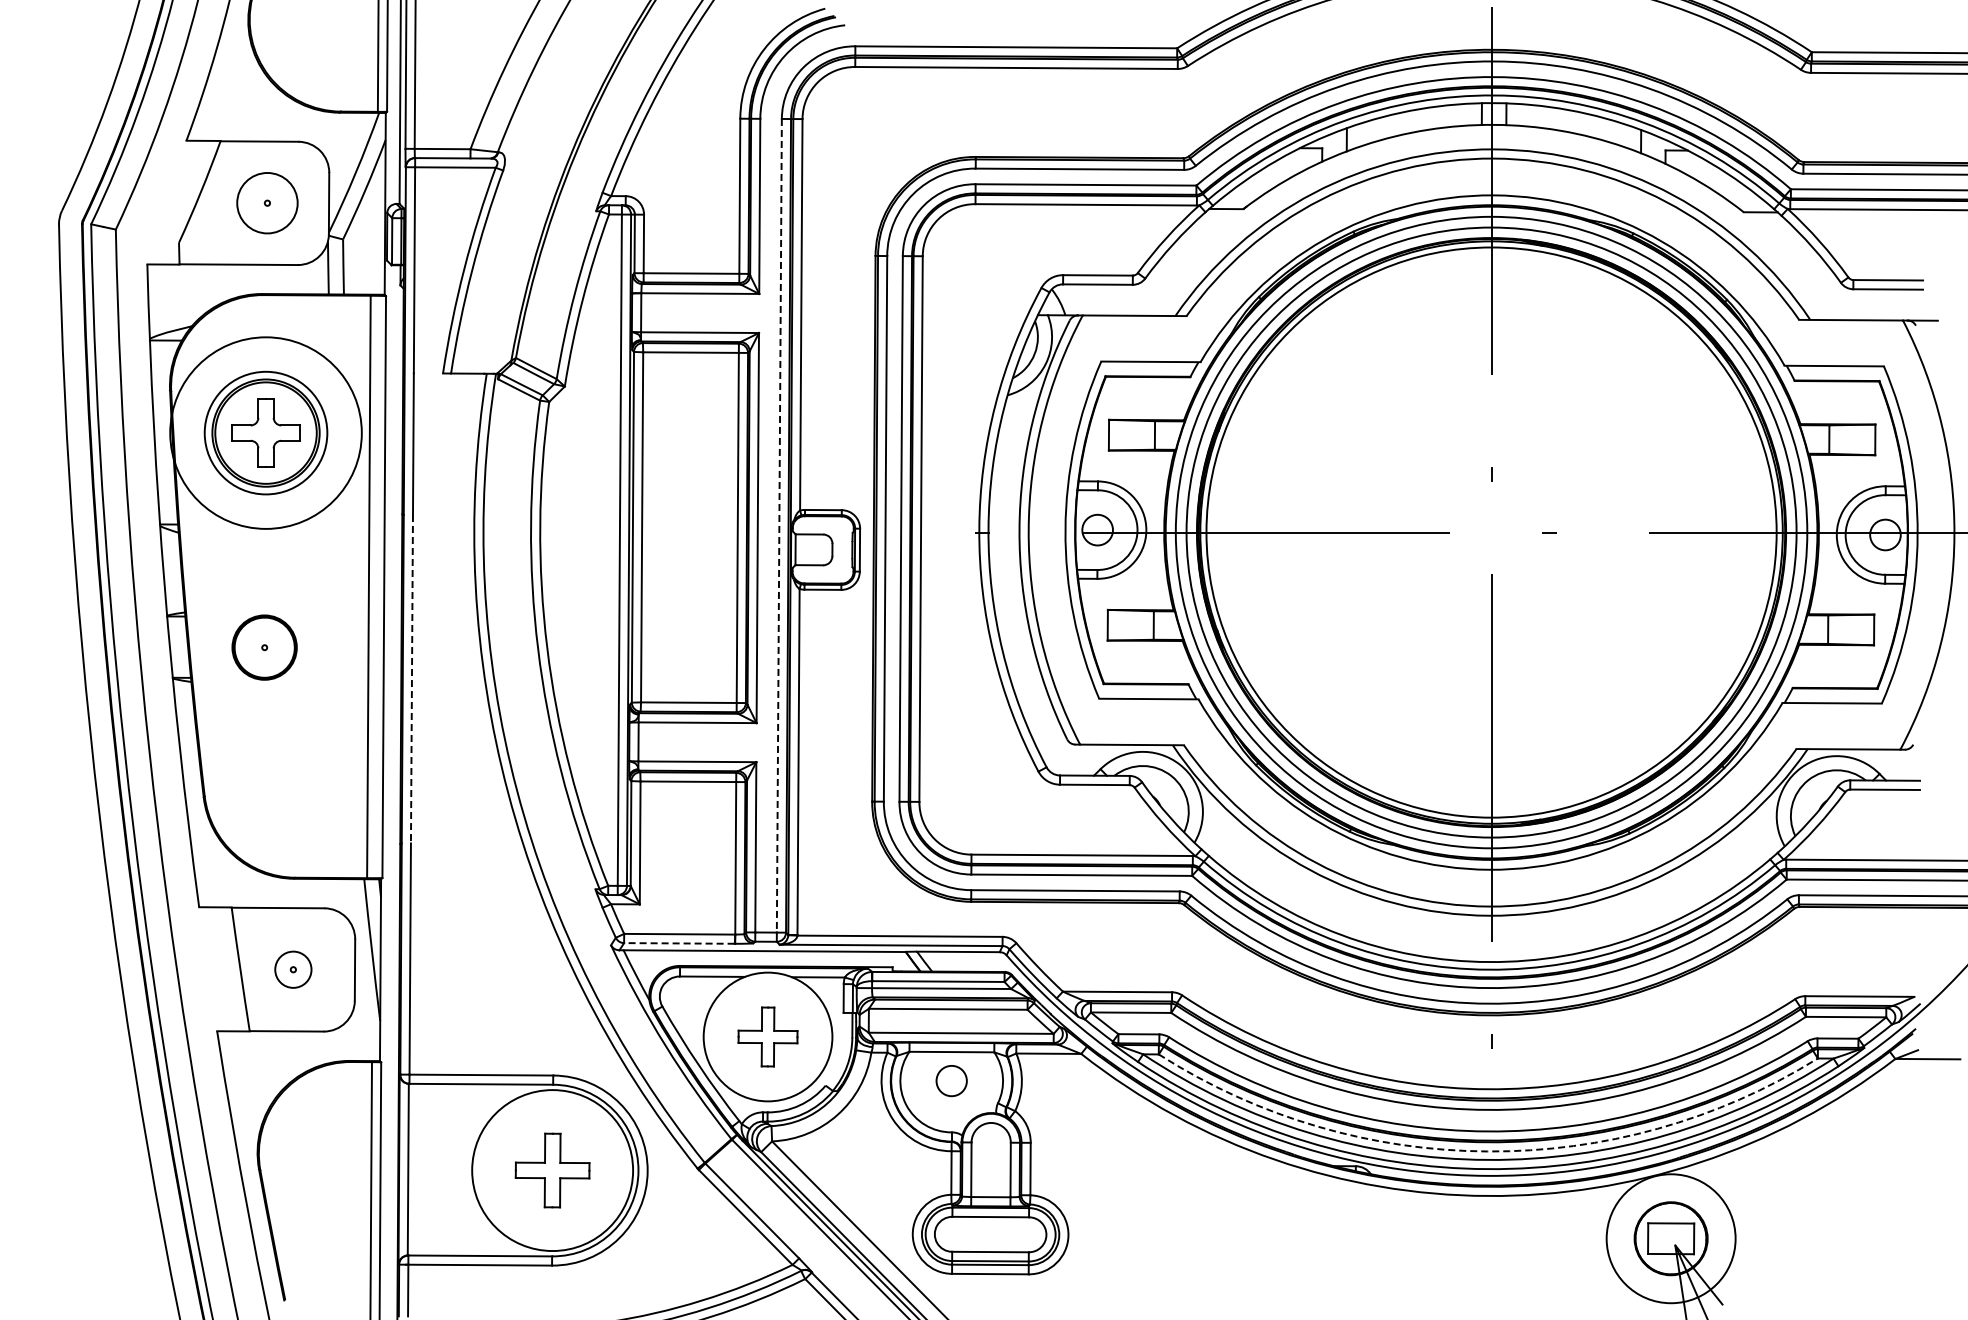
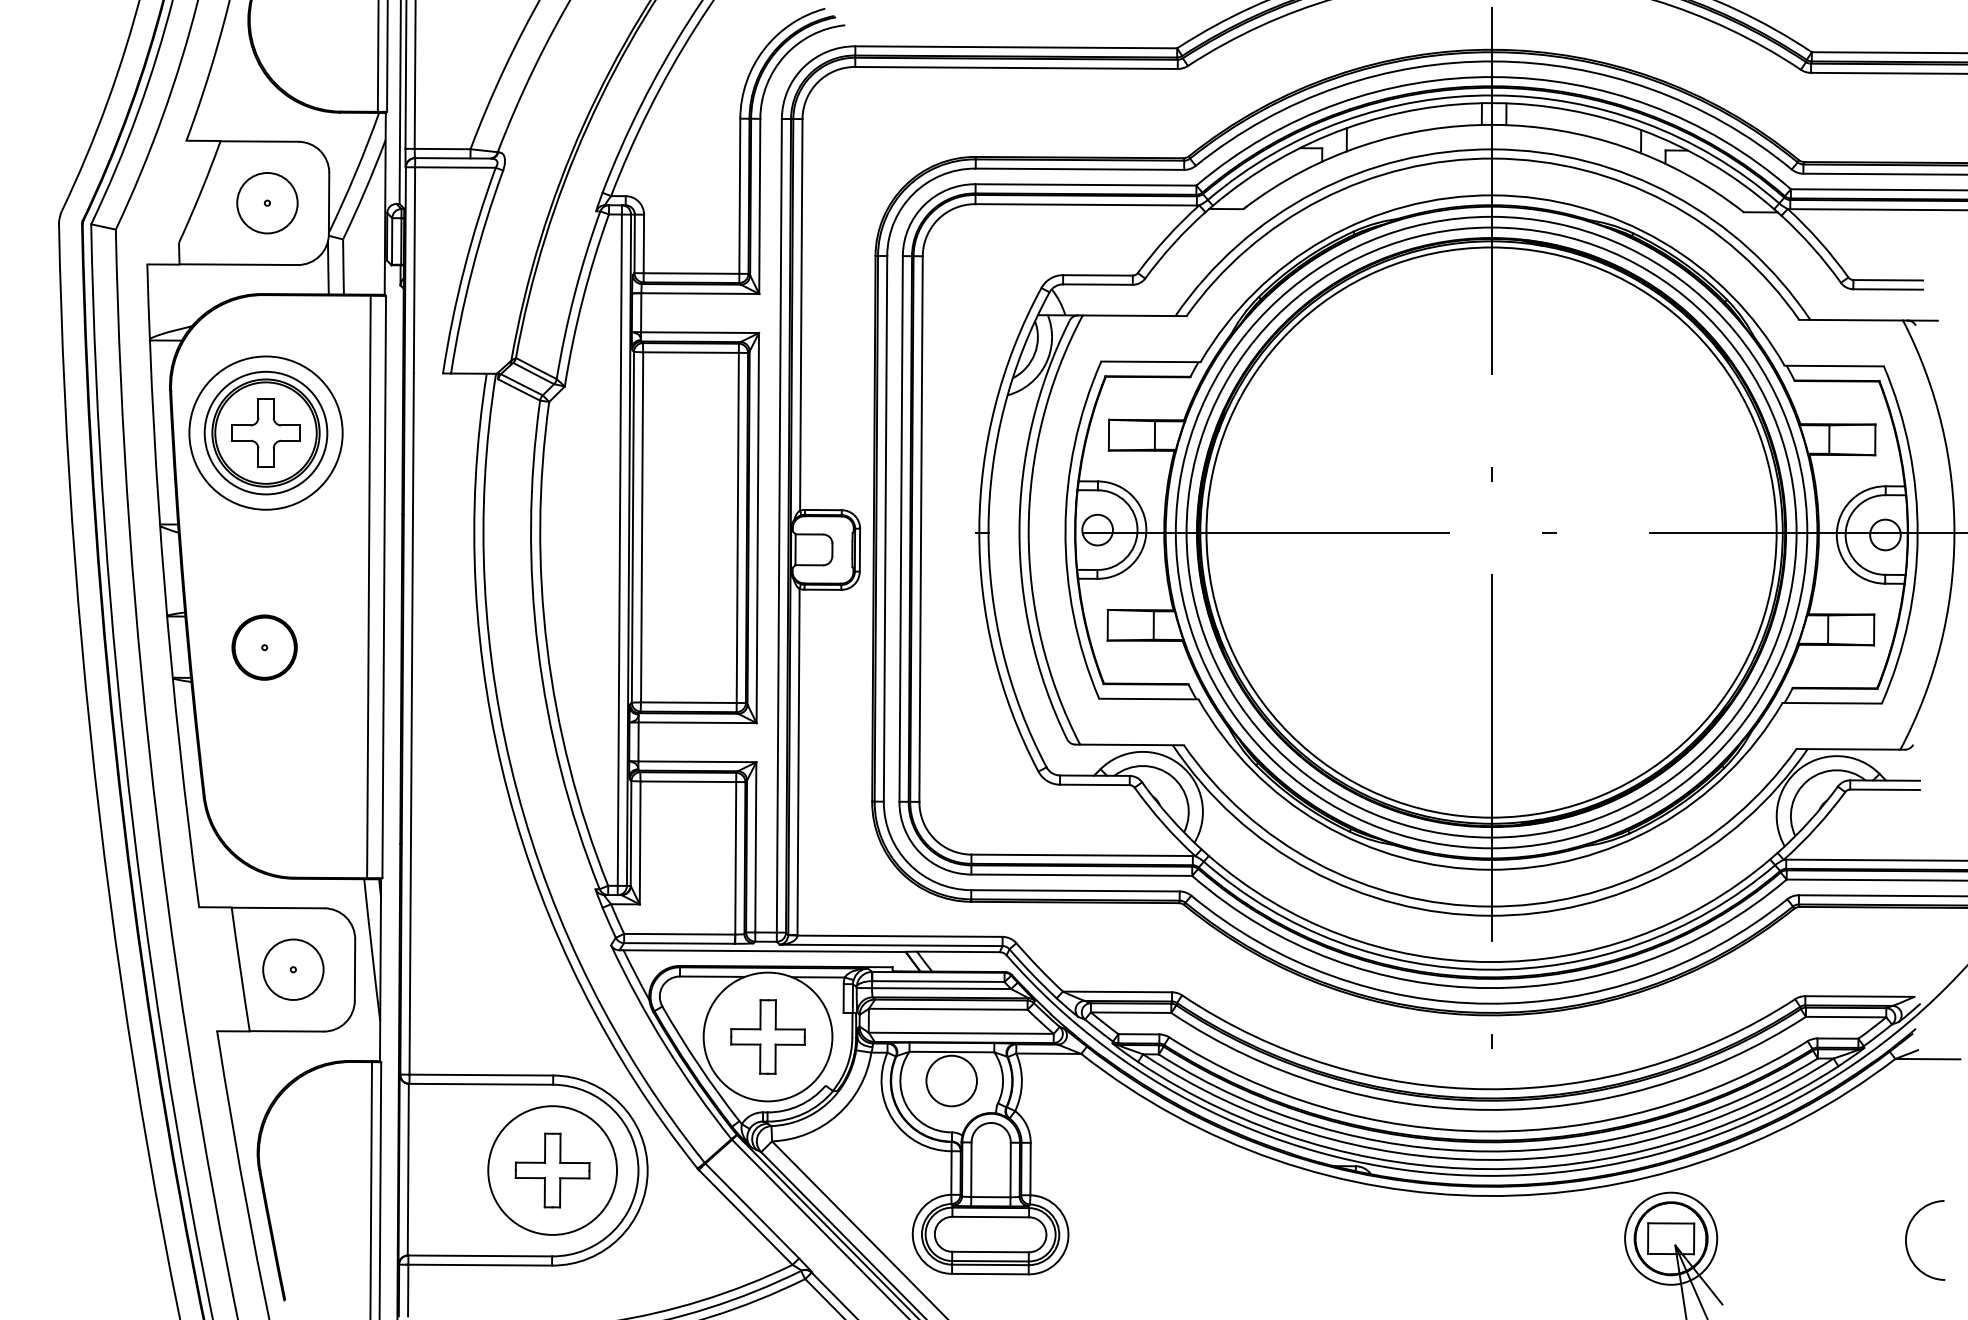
circle at (265, 432) diameter: 192 px -> 153 px
line at (779, 525): dashed -> solid
line at (411, 679): dashed -> solid
line at (678, 943): dashed -> solid
circle at (293, 969) diameter: 36 px -> 60 px
part at (767, 1036) size: 62x62 px -> 76x76 px
circle at (951, 1080) diameter: 30 px -> 51 px
arc at (1487, 1151): dashed -> solid
circle at (552, 1170) diameter: 161 px -> 129 px
arc at (1907, 1236): none -> present
circle at (1670, 1238) diameter: 129 px -> 92 px
